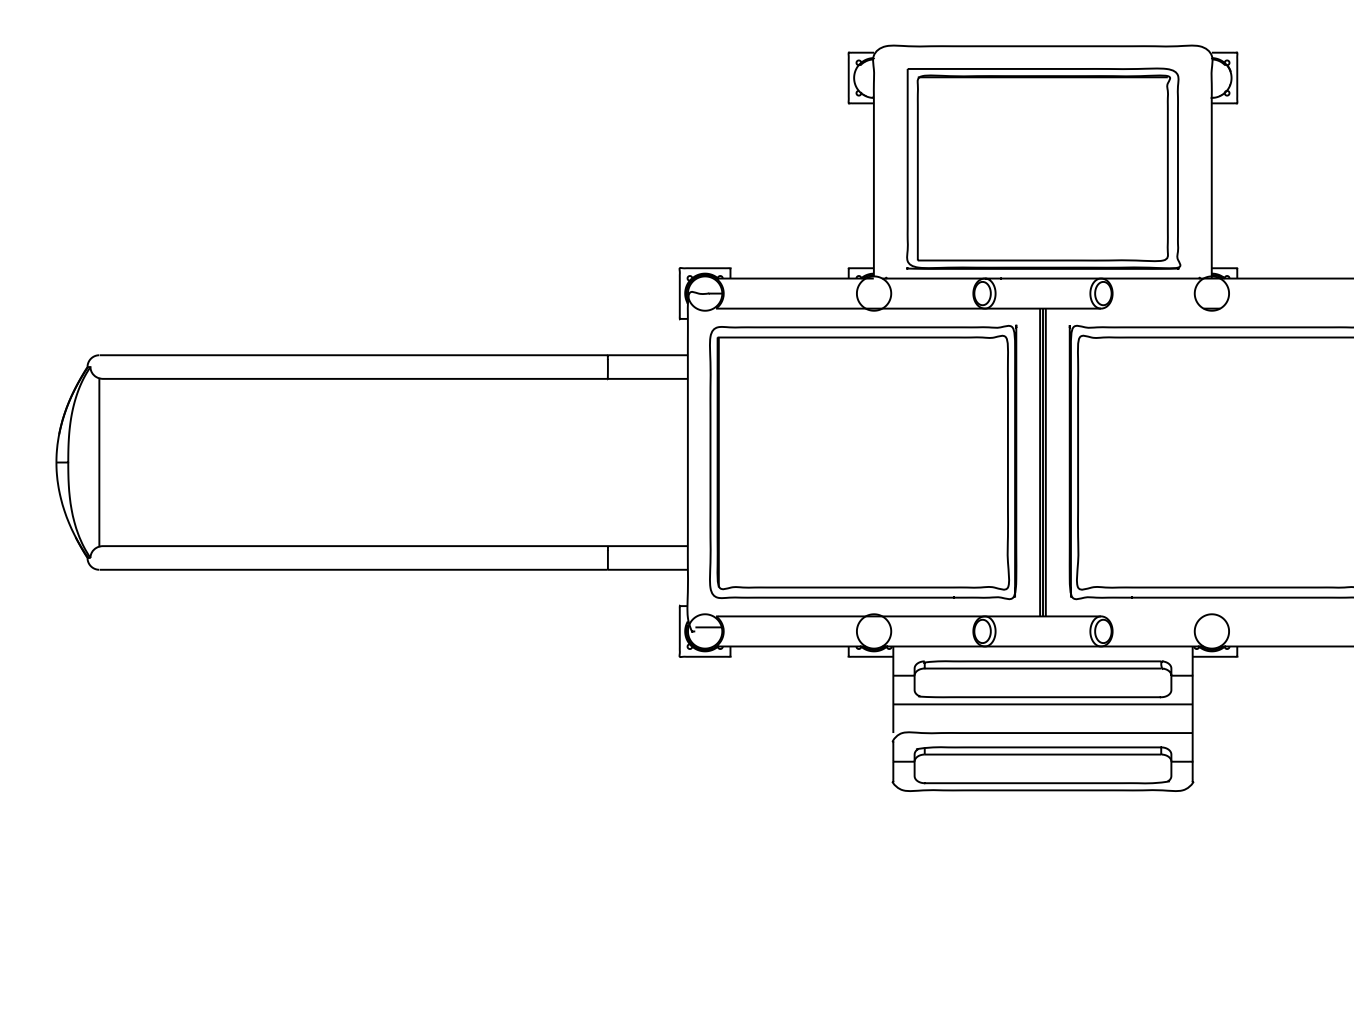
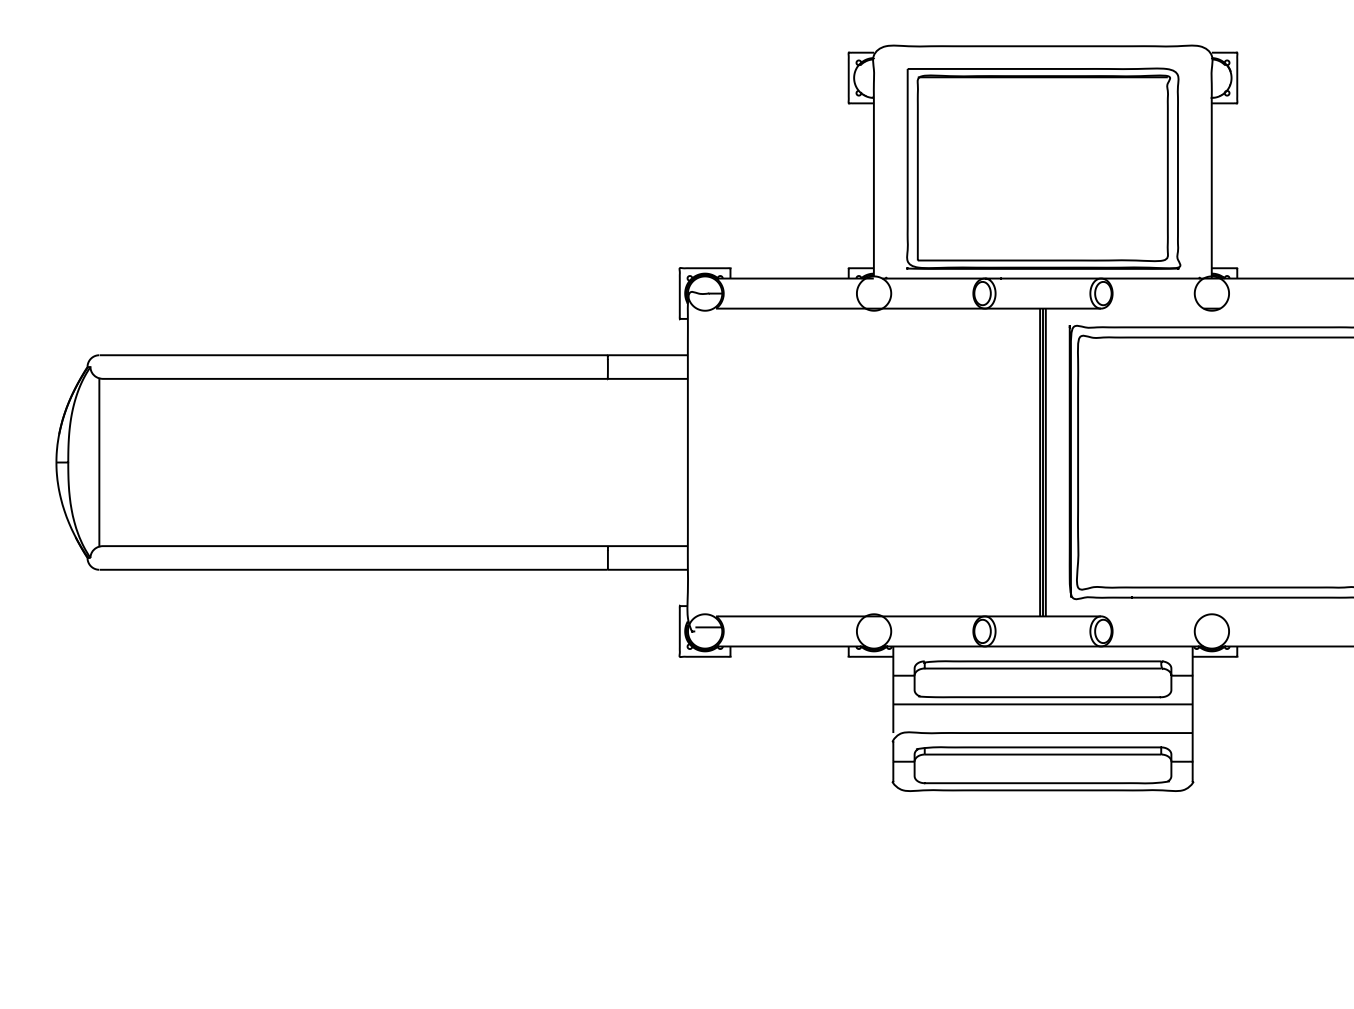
part at (863, 462): present -> none
